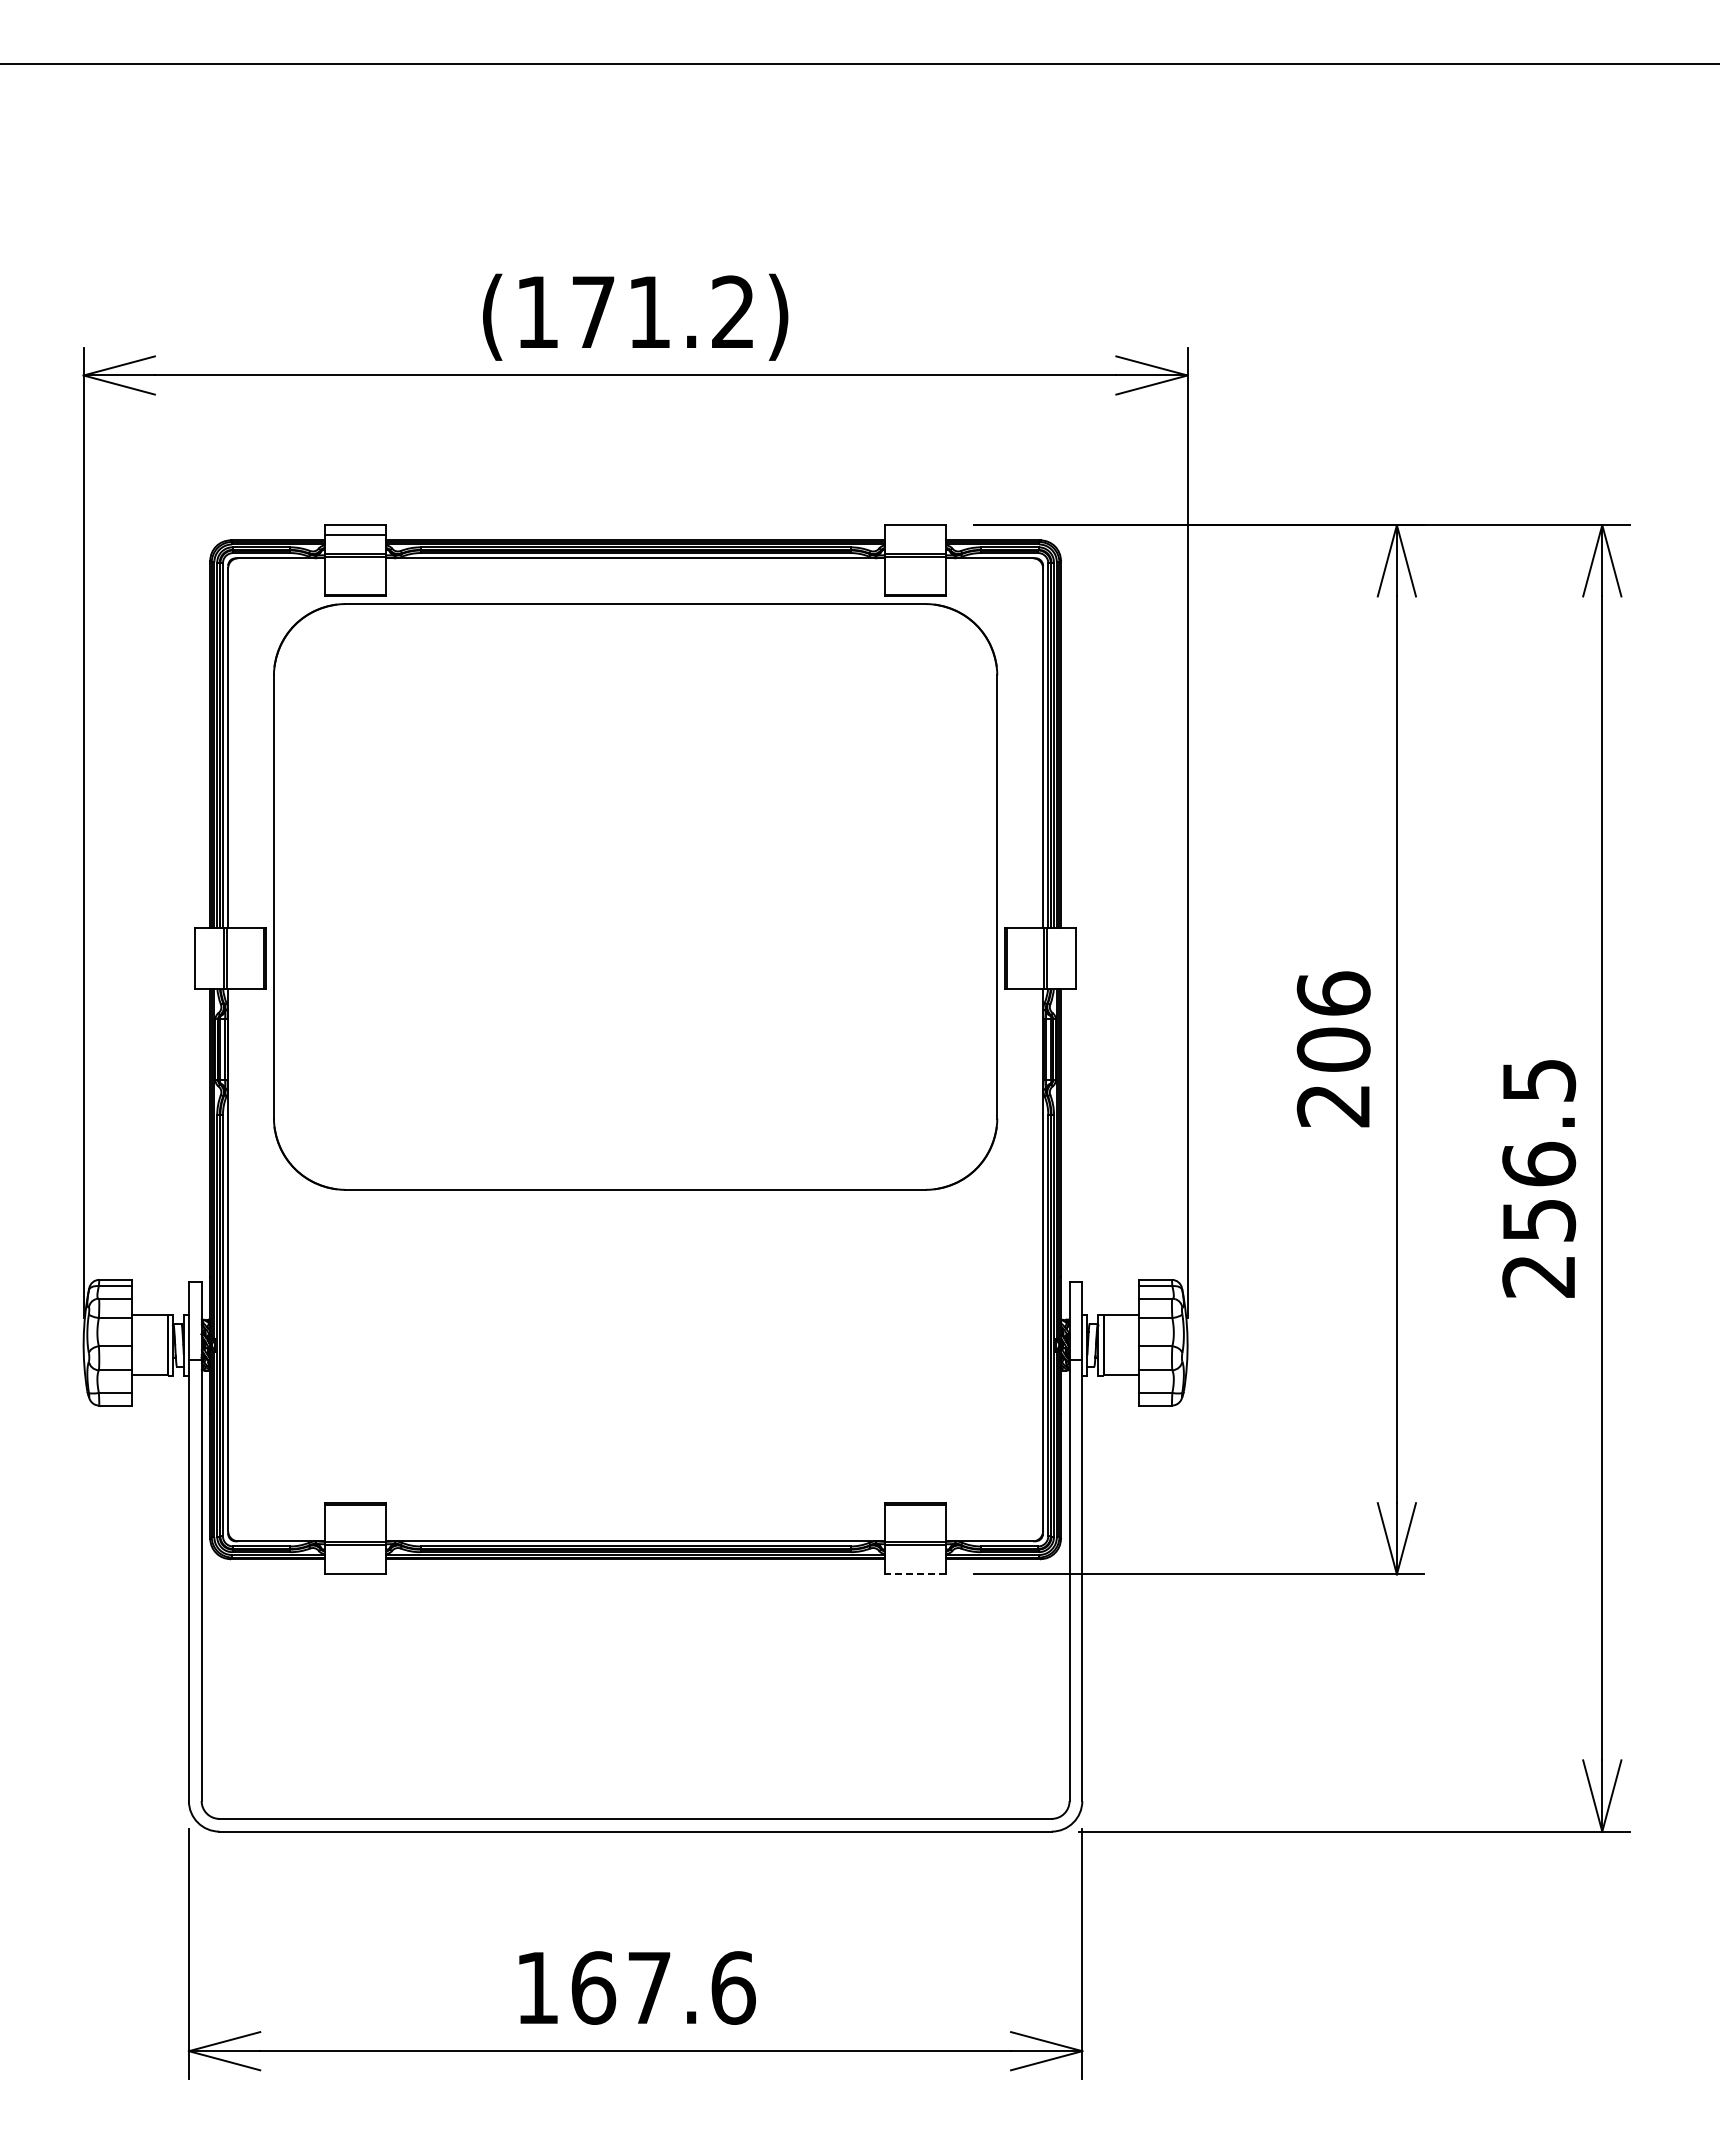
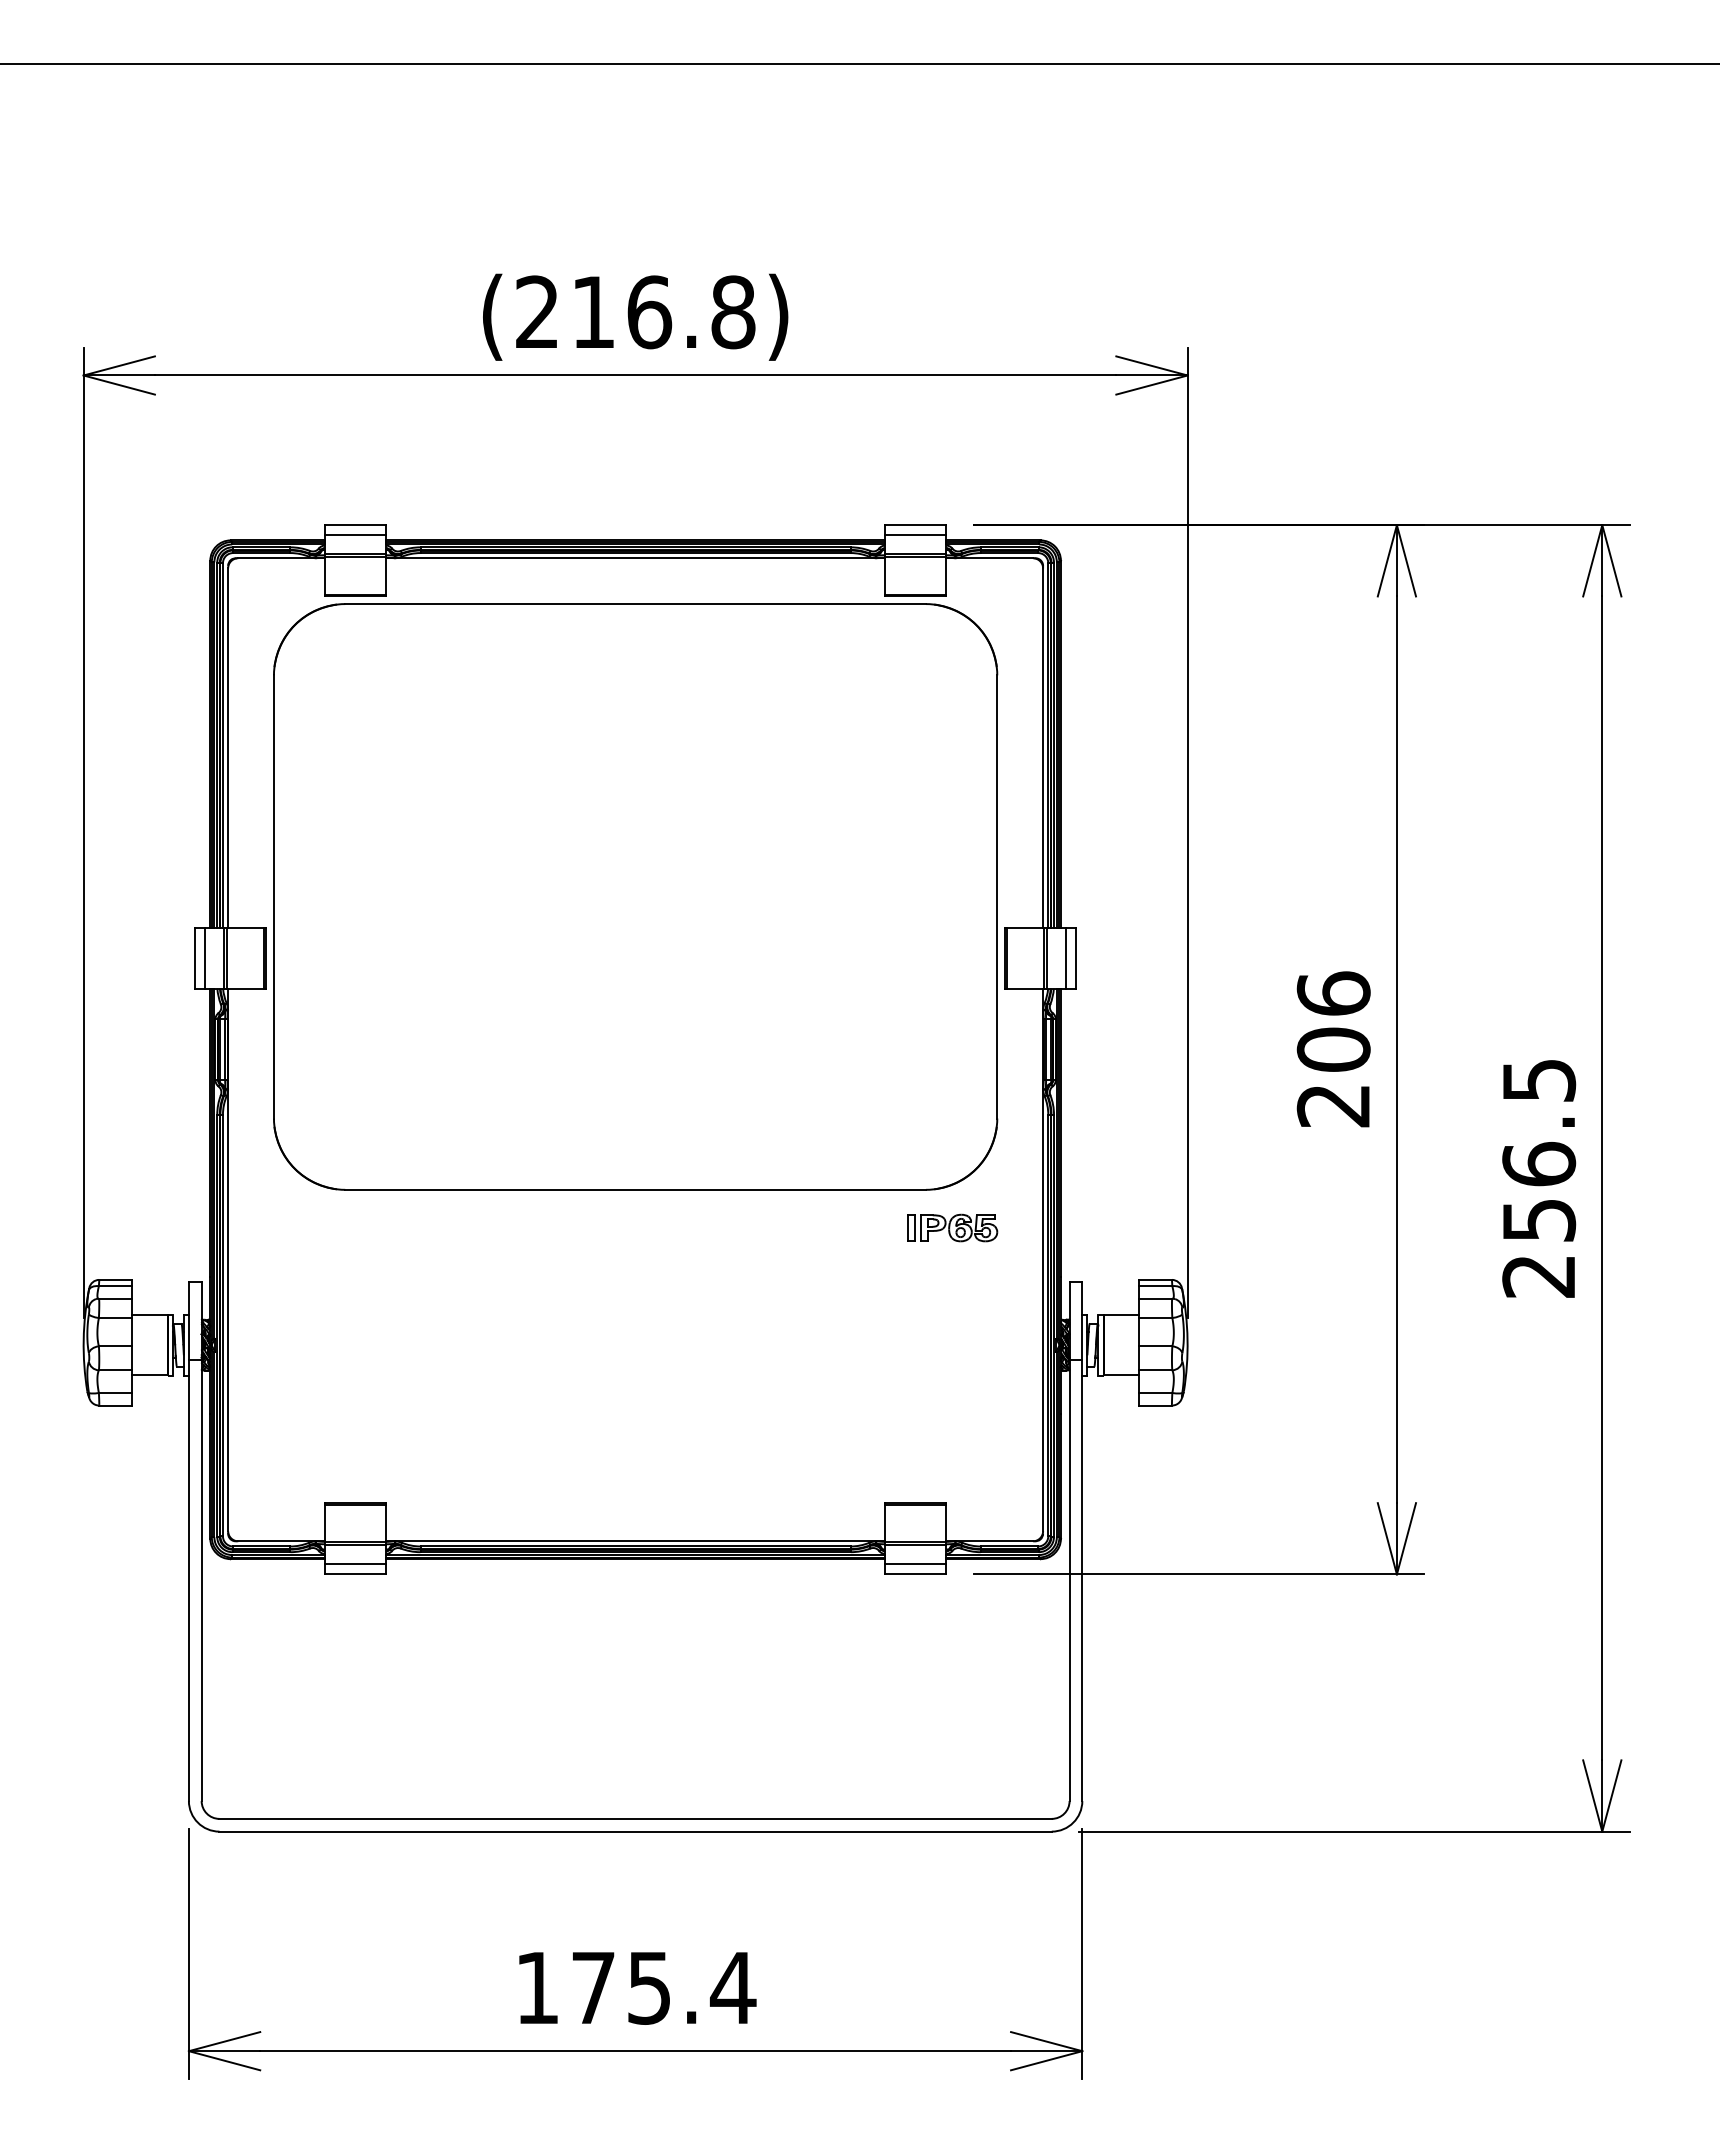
text at (635, 312): (171.2) -> (216.8)
line at (915, 535): none -> present
line at (205, 957): none -> present
line at (1066, 957): none -> present
part at (952, 1227): none -> present
line at (355, 1564): none -> present
line at (915, 1564): none -> present
line at (915, 1574): dashed -> solid
text at (663, 1987): 167.6 -> 175.4
